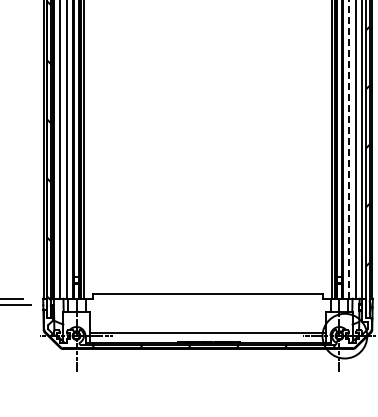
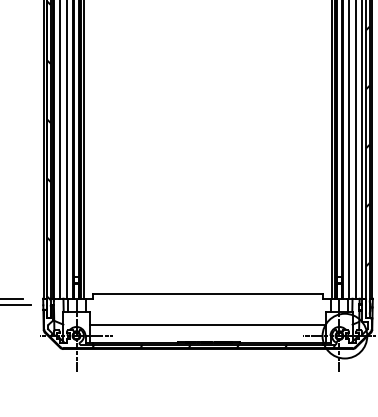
line at (348, 149): dashed -> solid
line at (207, 332) position: (207, 332) -> (207, 324)
